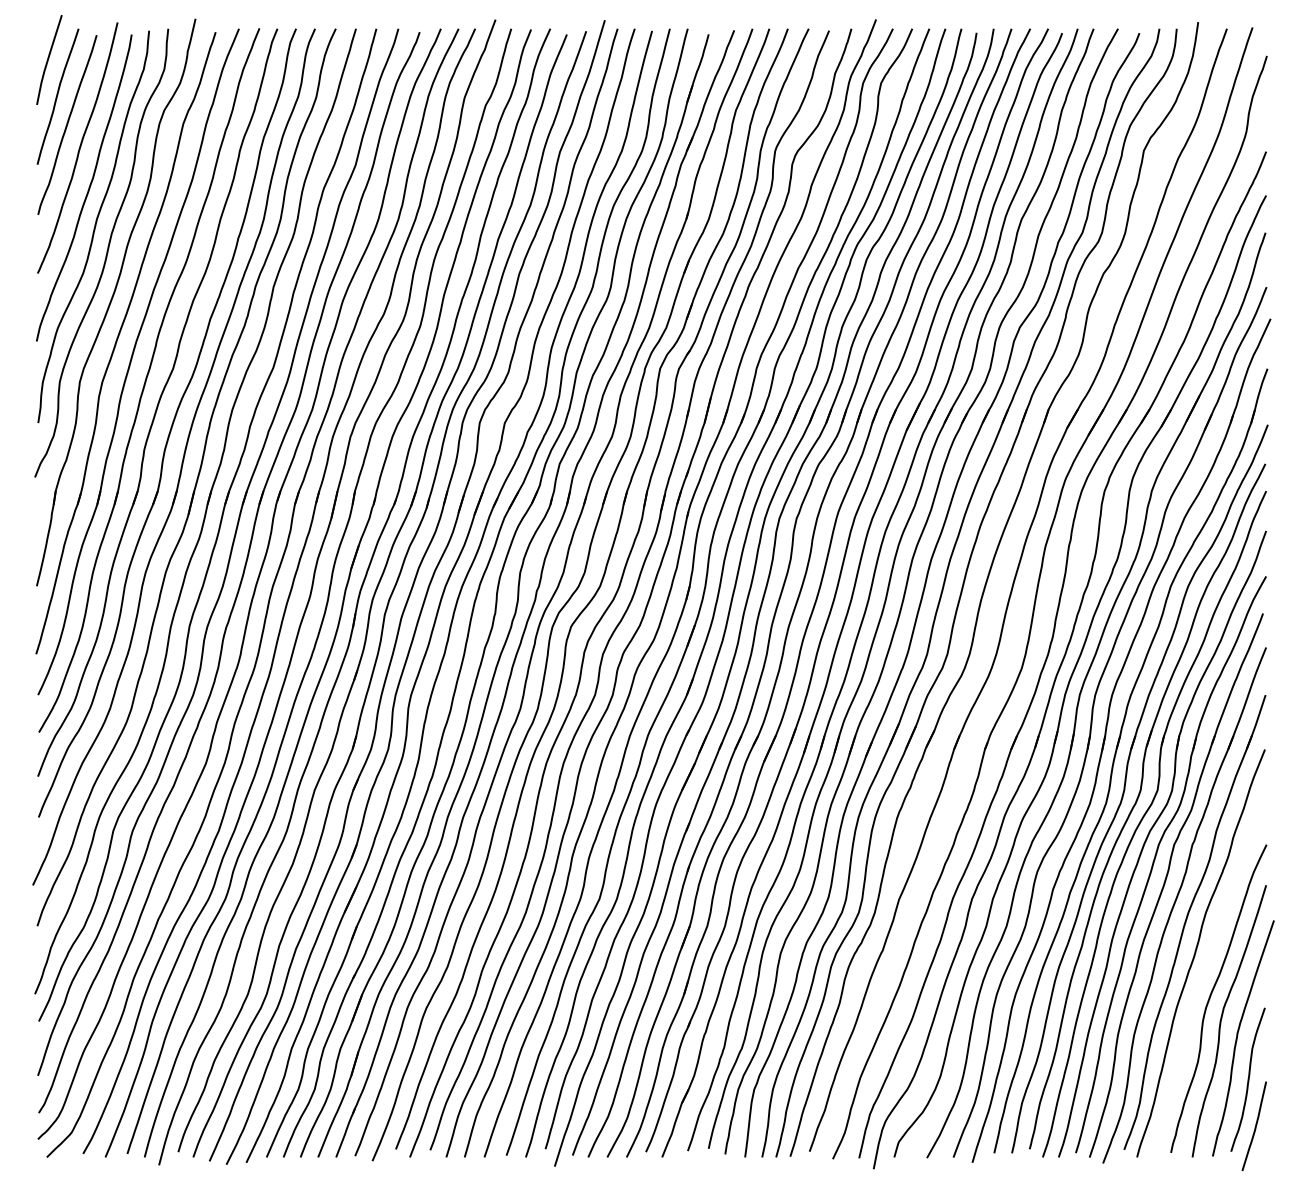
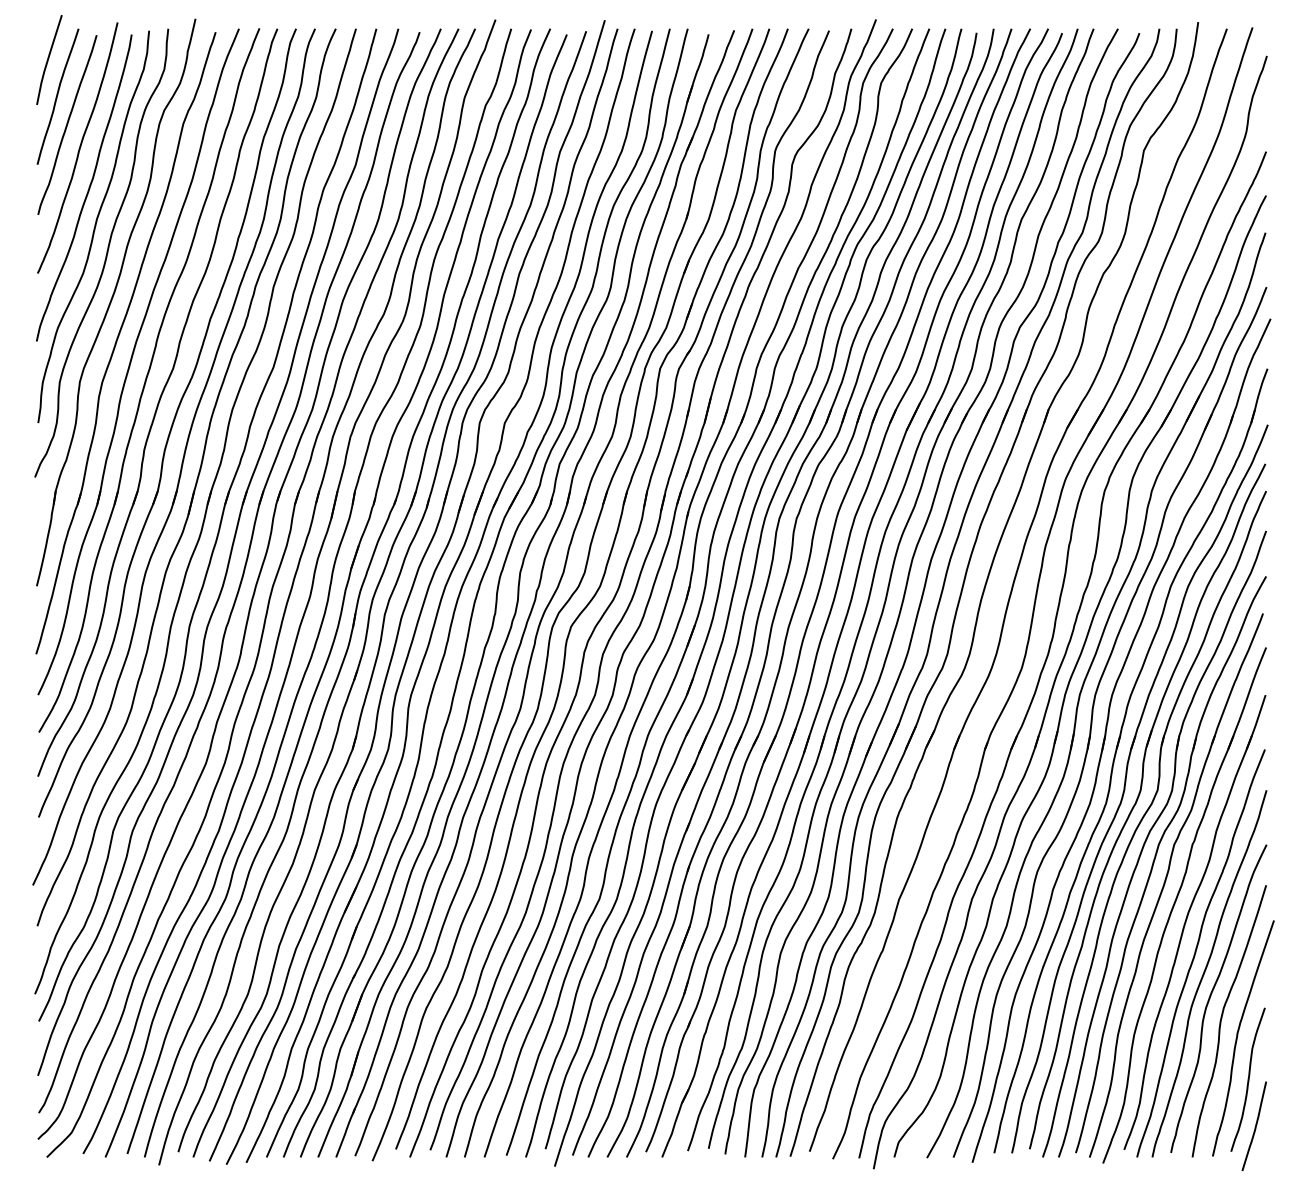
curve at (1205, 972): none -> present
